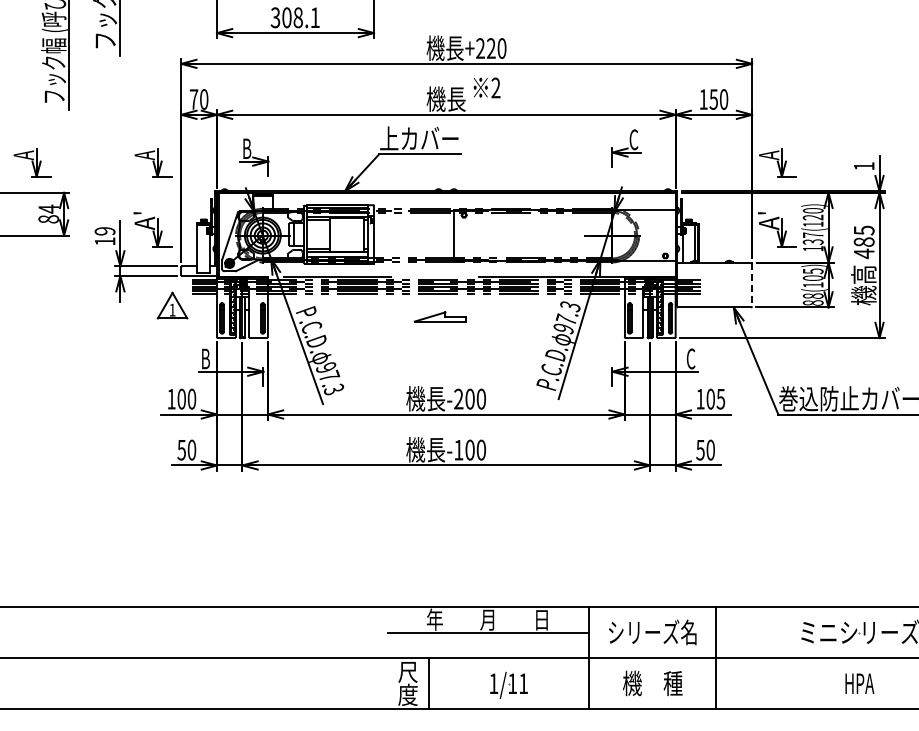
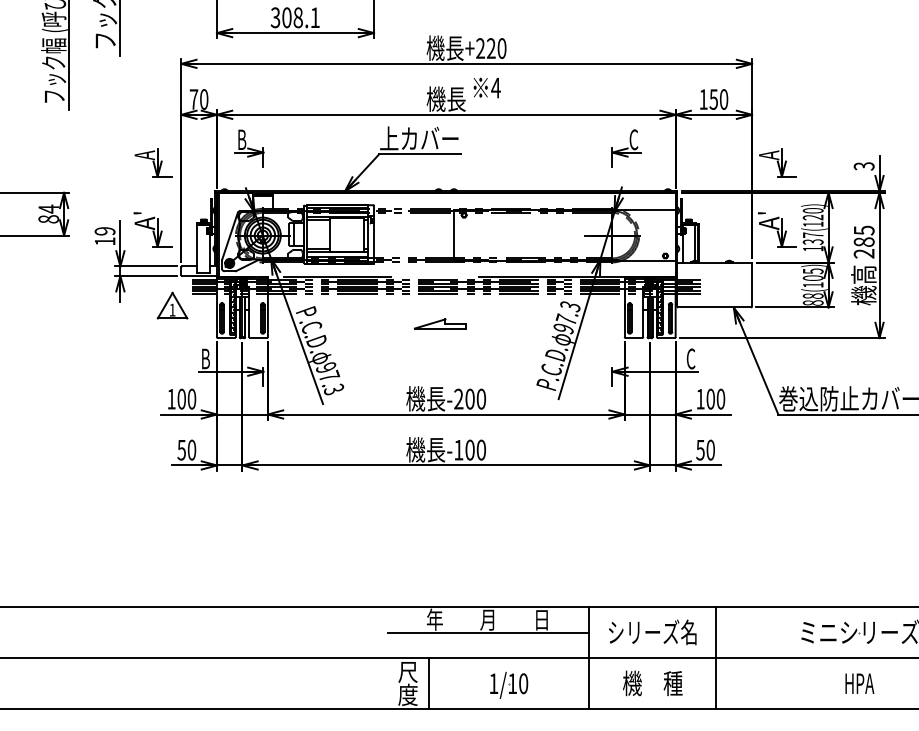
text at (495, 87): 2 -> 4
part at (254, 157) position: (254, 157) -> (249, 148)
part at (32, 162): present -> none
text at (863, 166): 1 -> 3
text at (863, 253): 485 -> 285
line at (752, 284): dashed -> solid
part at (439, 316) position: (439, 316) -> (439, 323)
text at (720, 398): 105 -> 100
text at (523, 683): 1/11 -> 1/10
